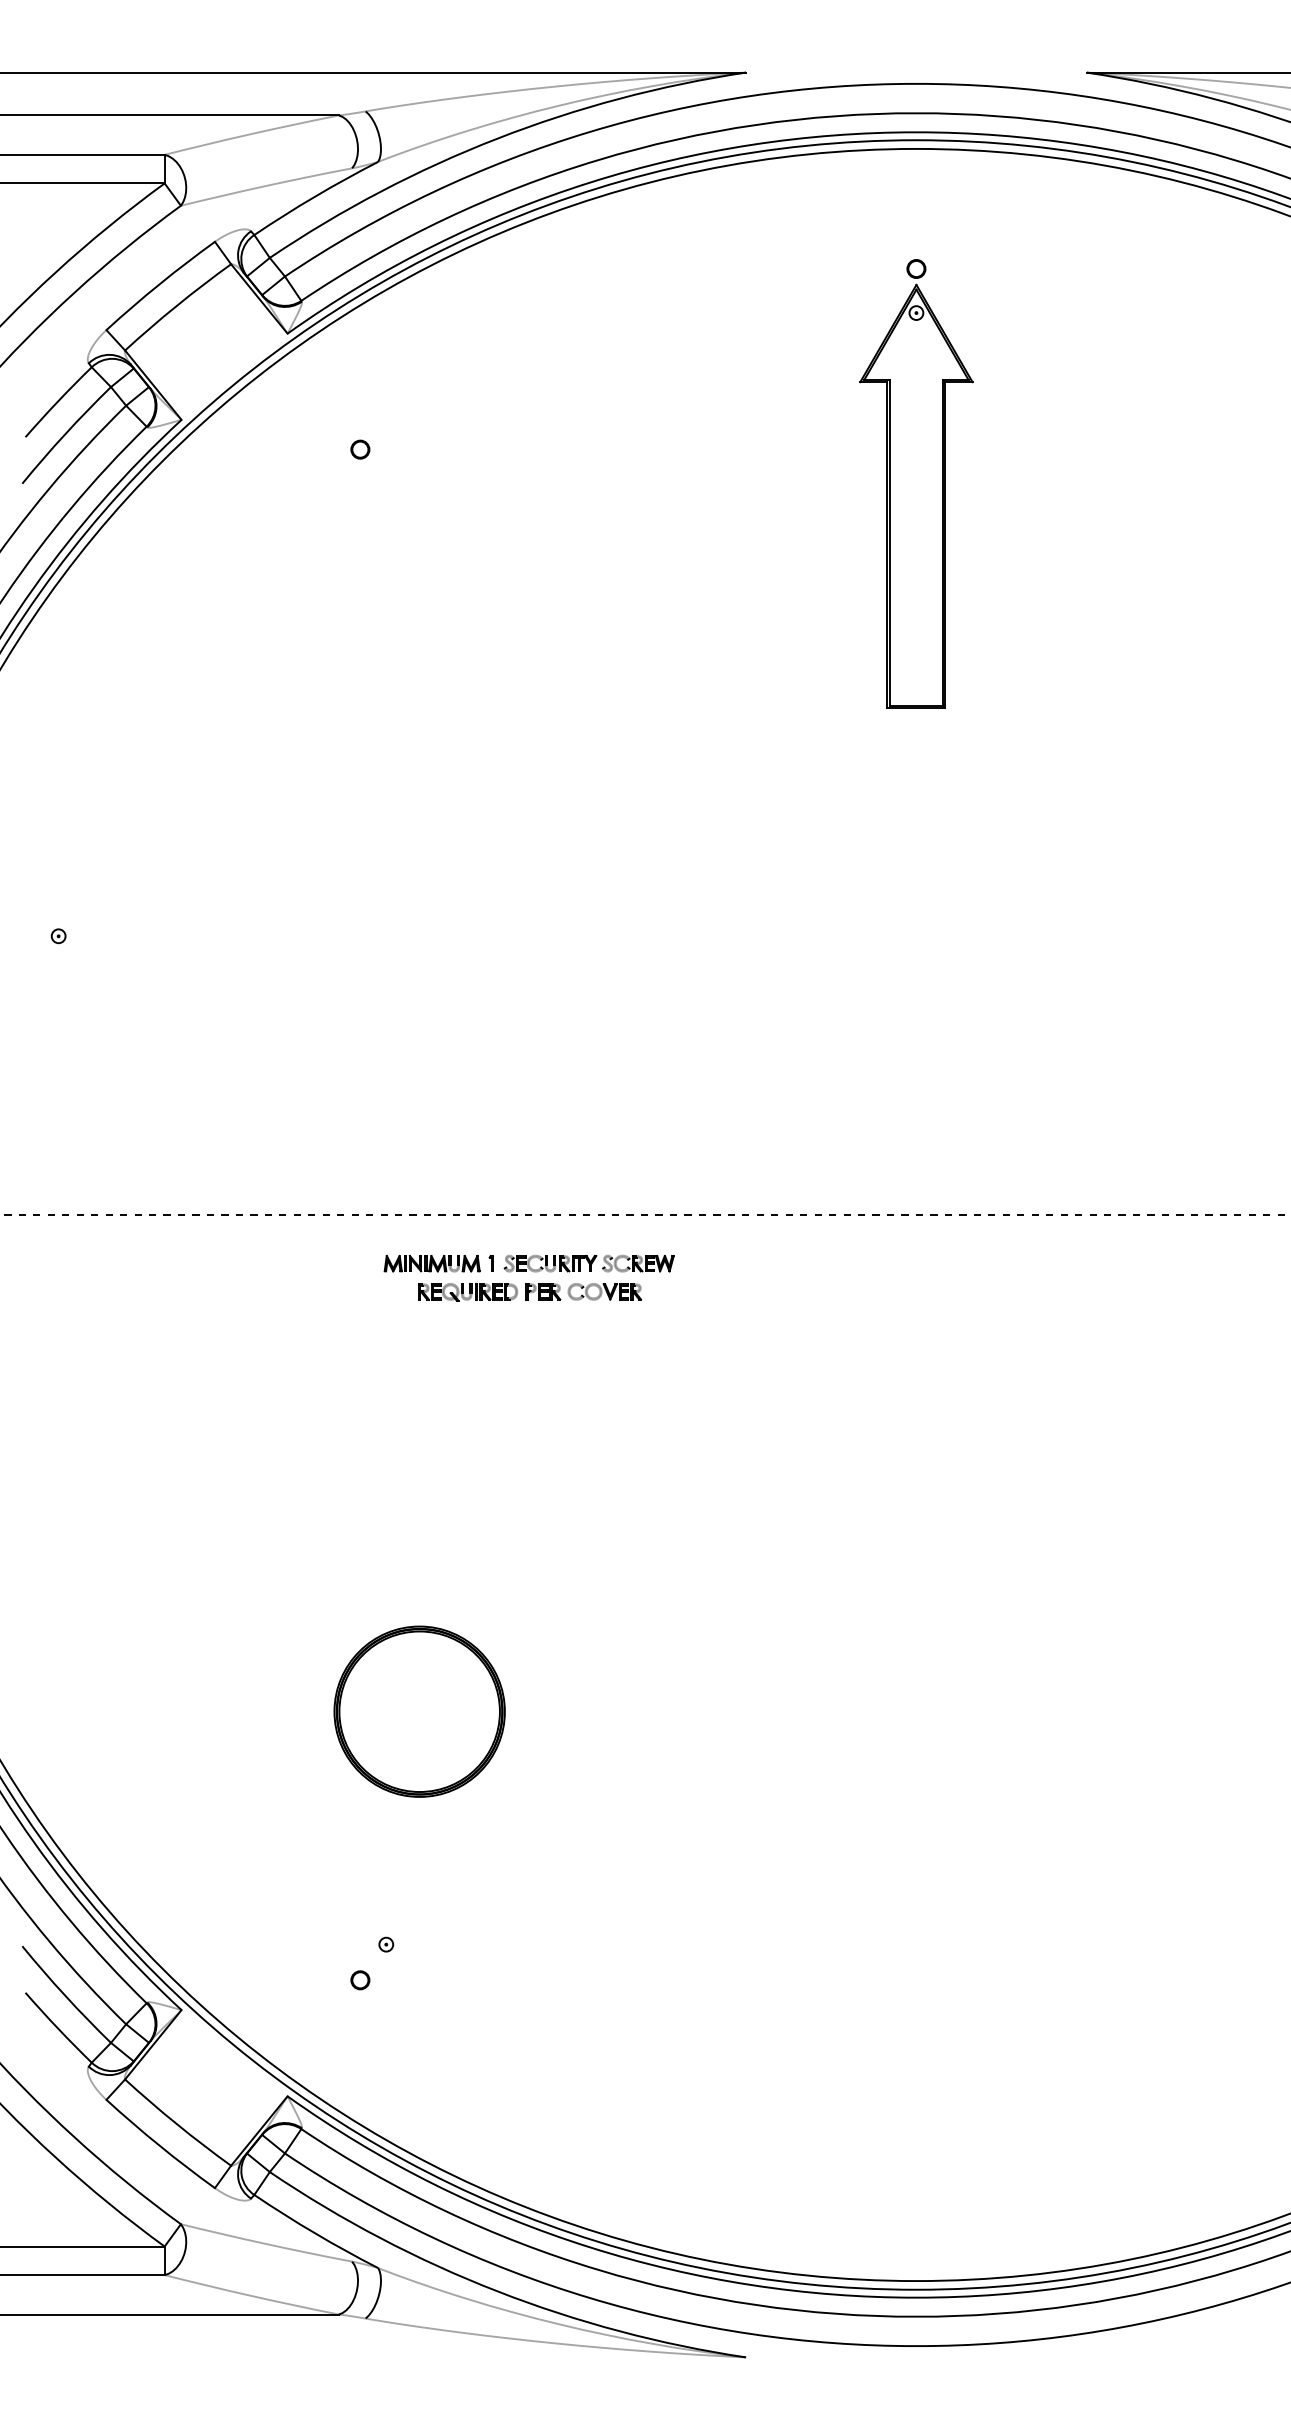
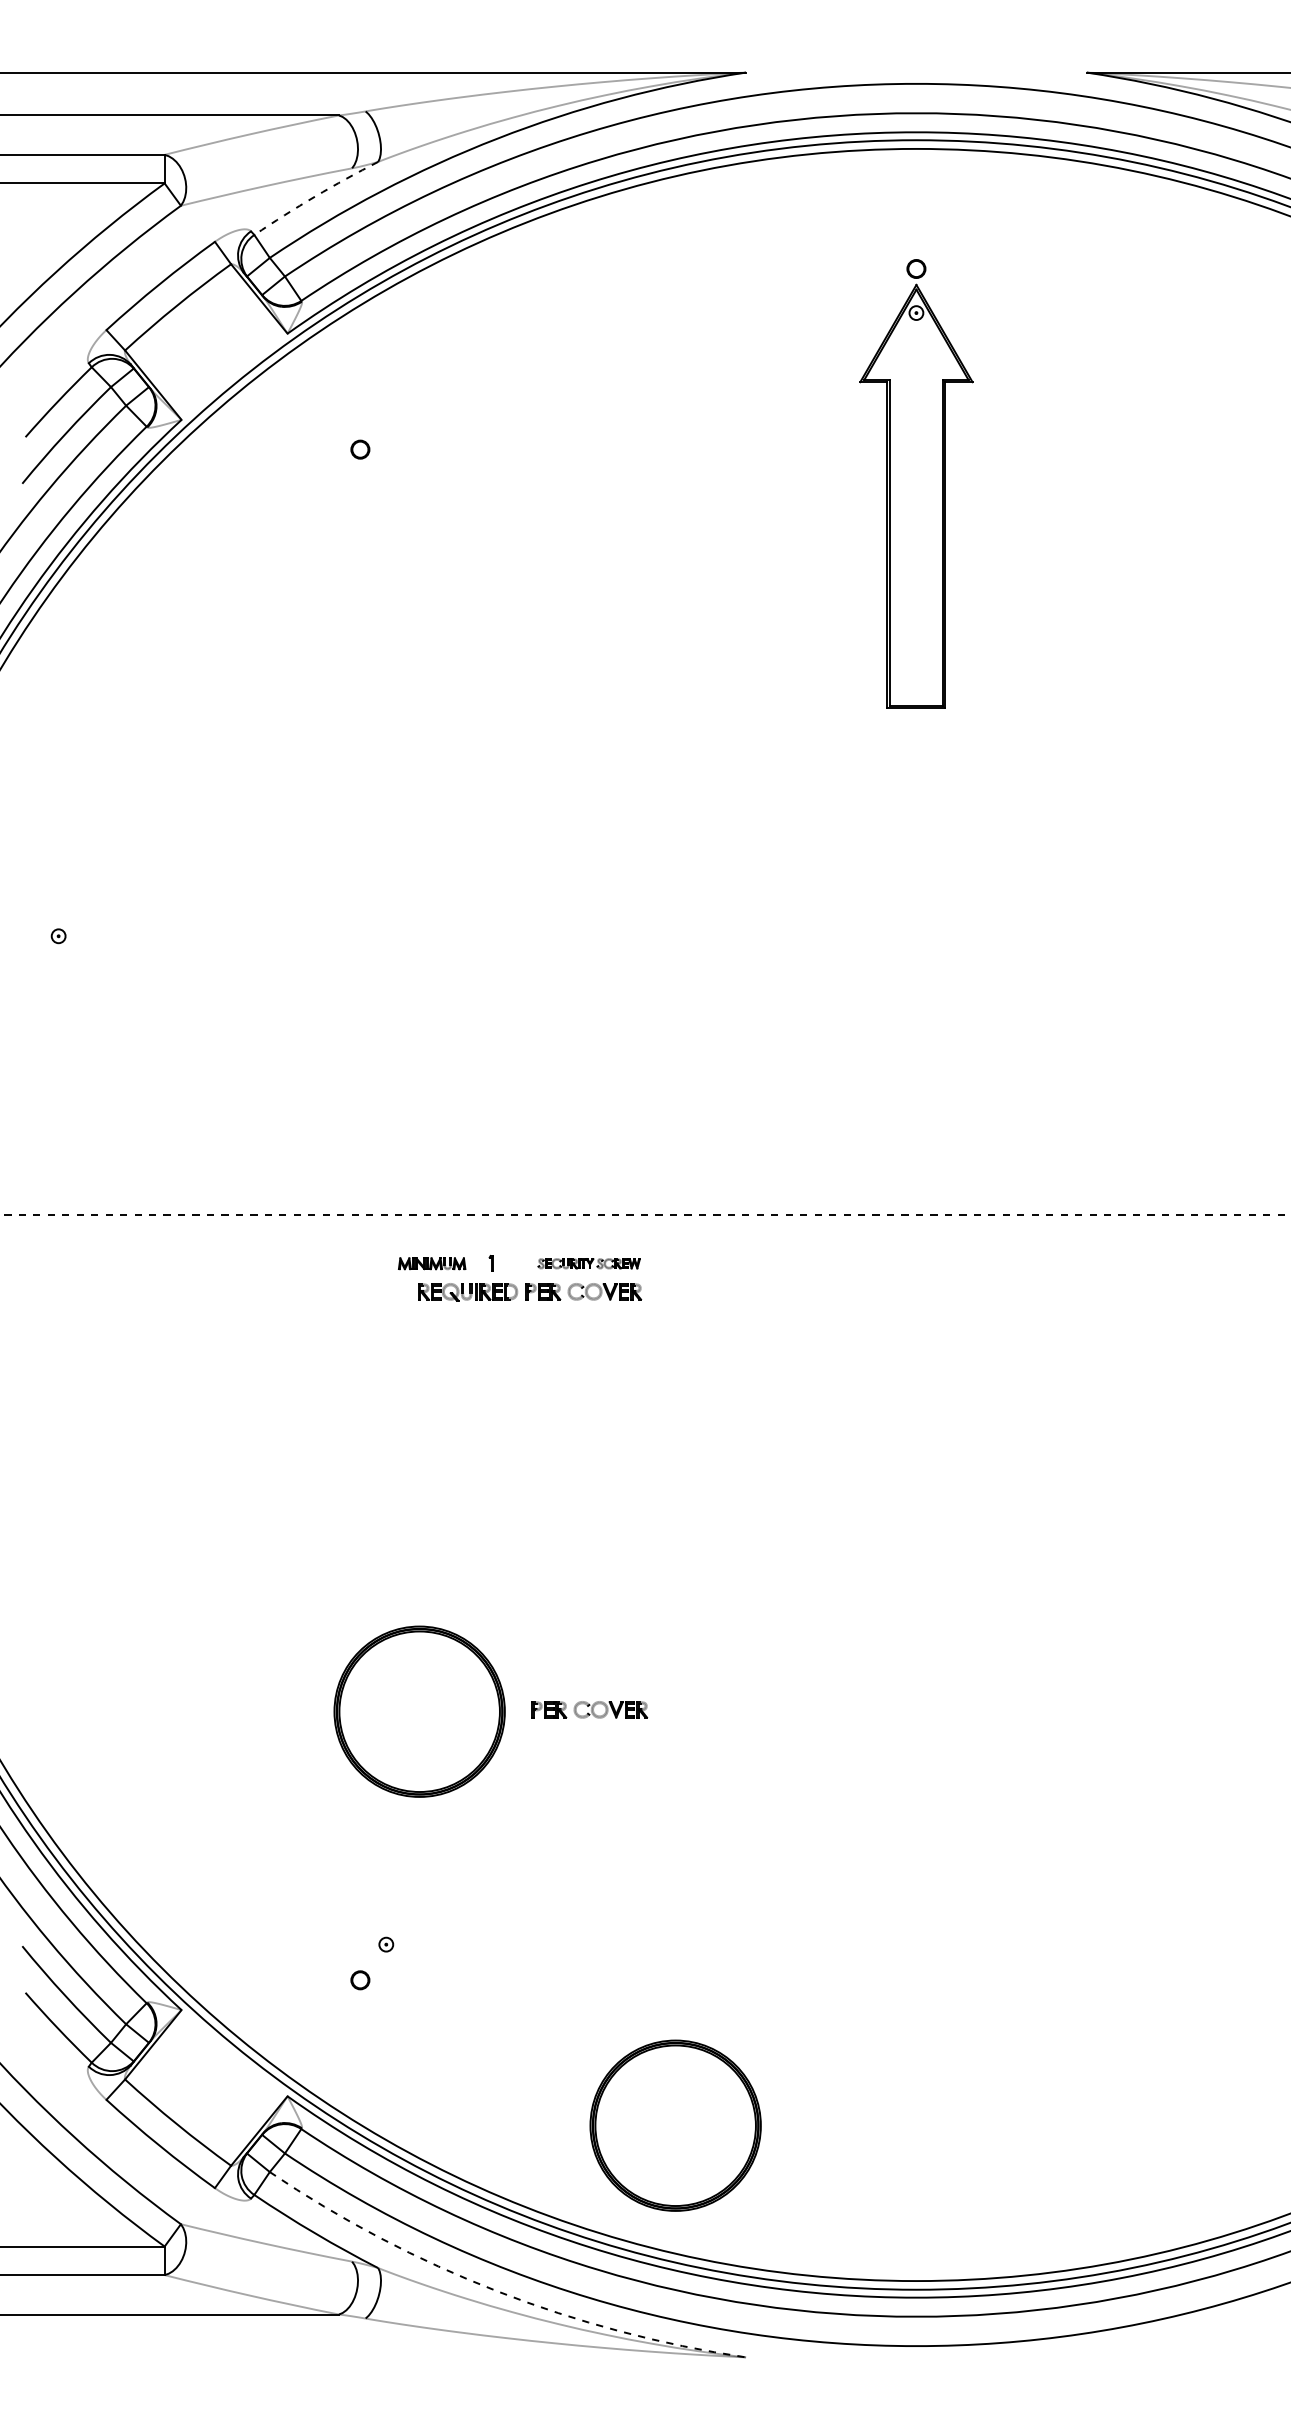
arc at (315, 196): solid -> dashed
part at (431, 1263) size: 98x18 px -> 69x14 px
part at (588, 1263) size: 172x18 px -> 104x12 px
part at (589, 1709): none -> present
part at (675, 2125): none -> present
arc at (497, 2291): solid -> dashed
